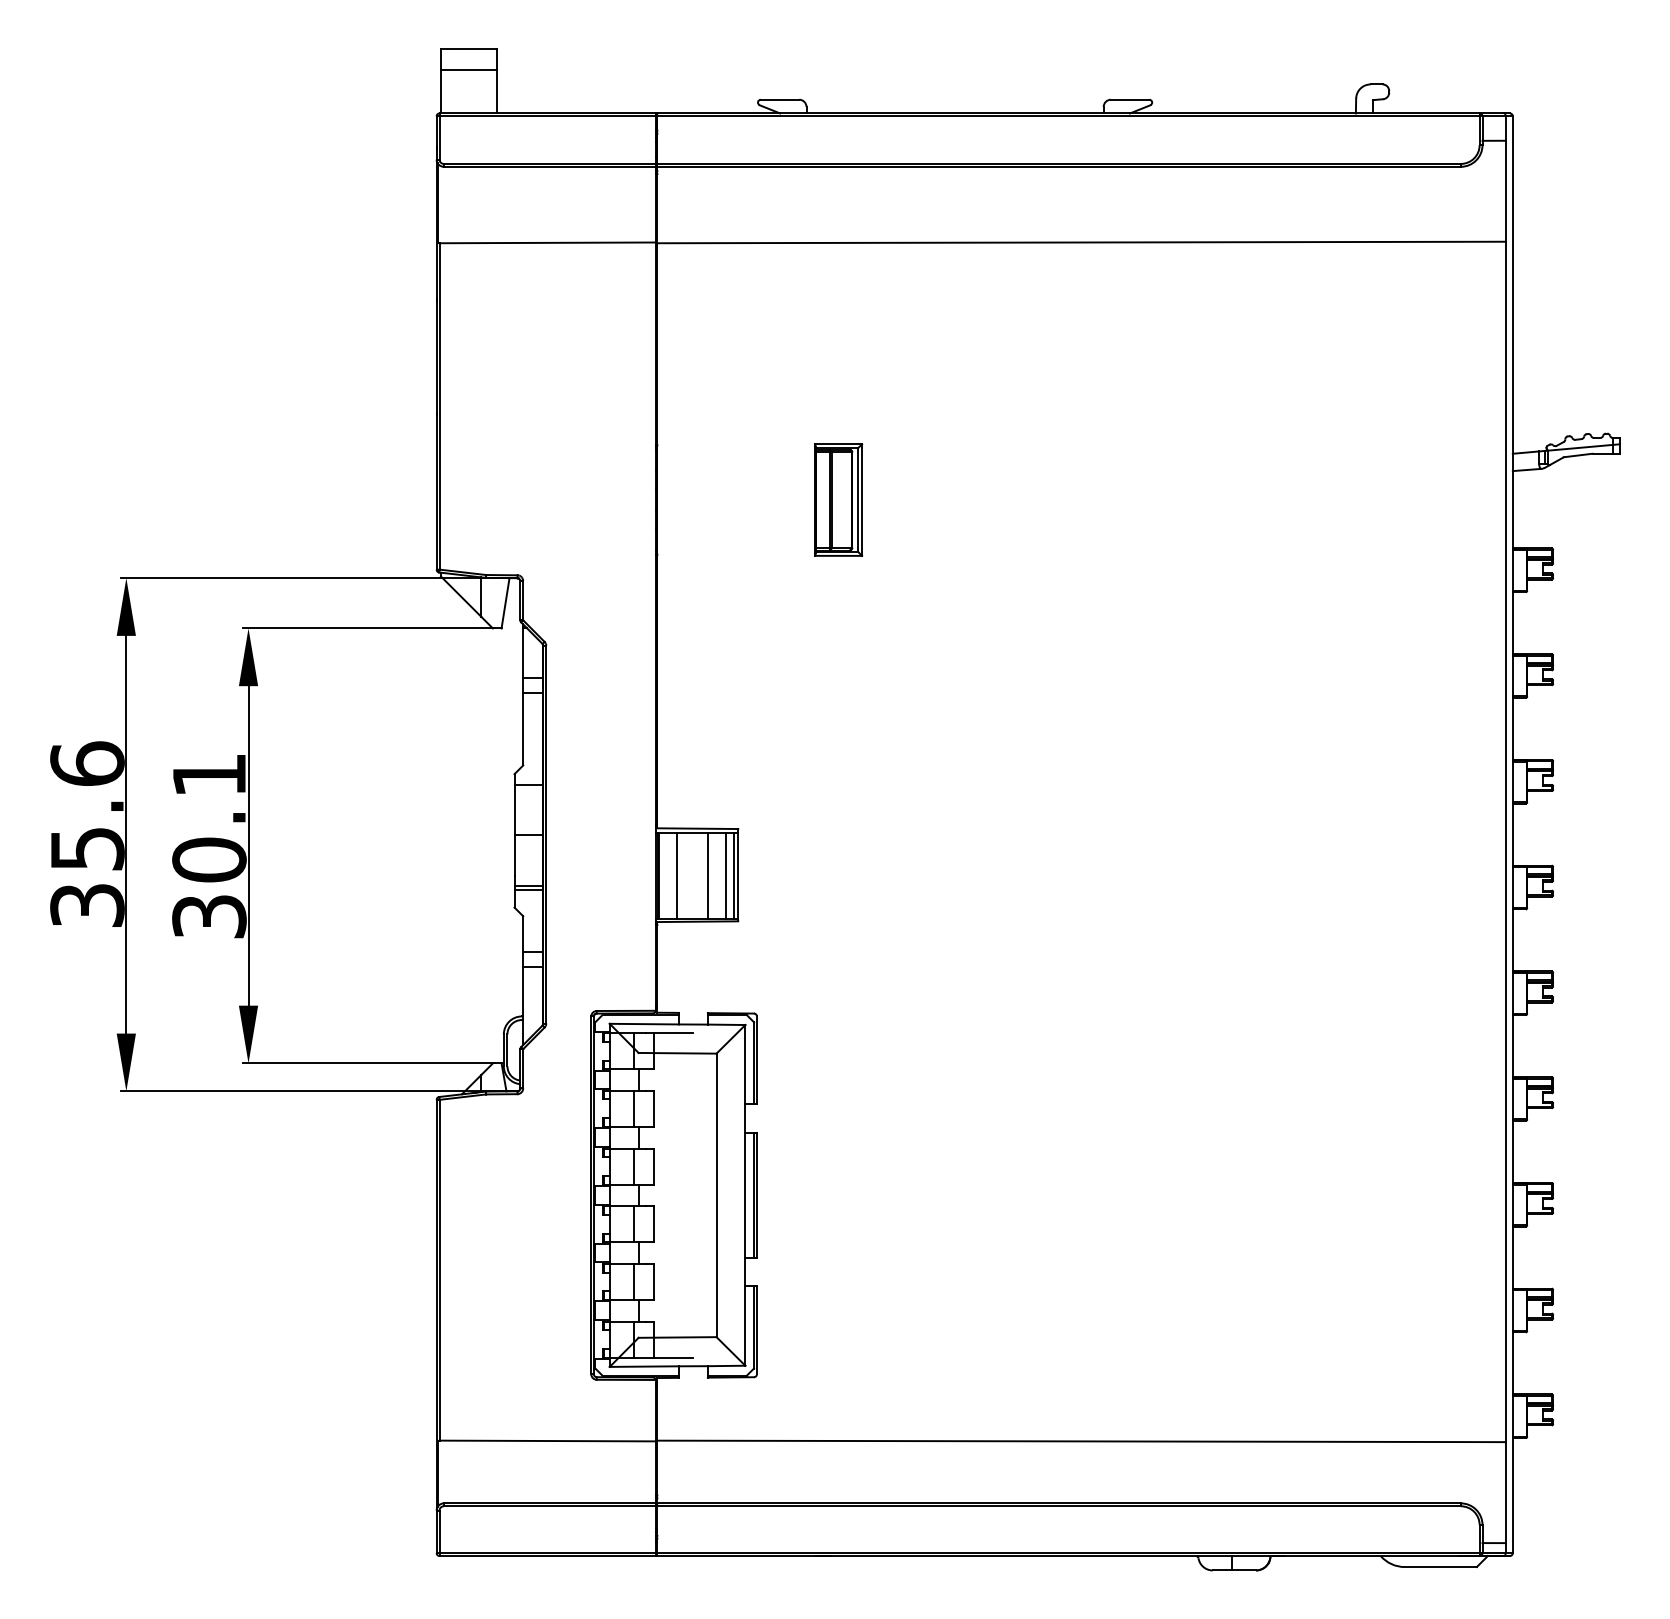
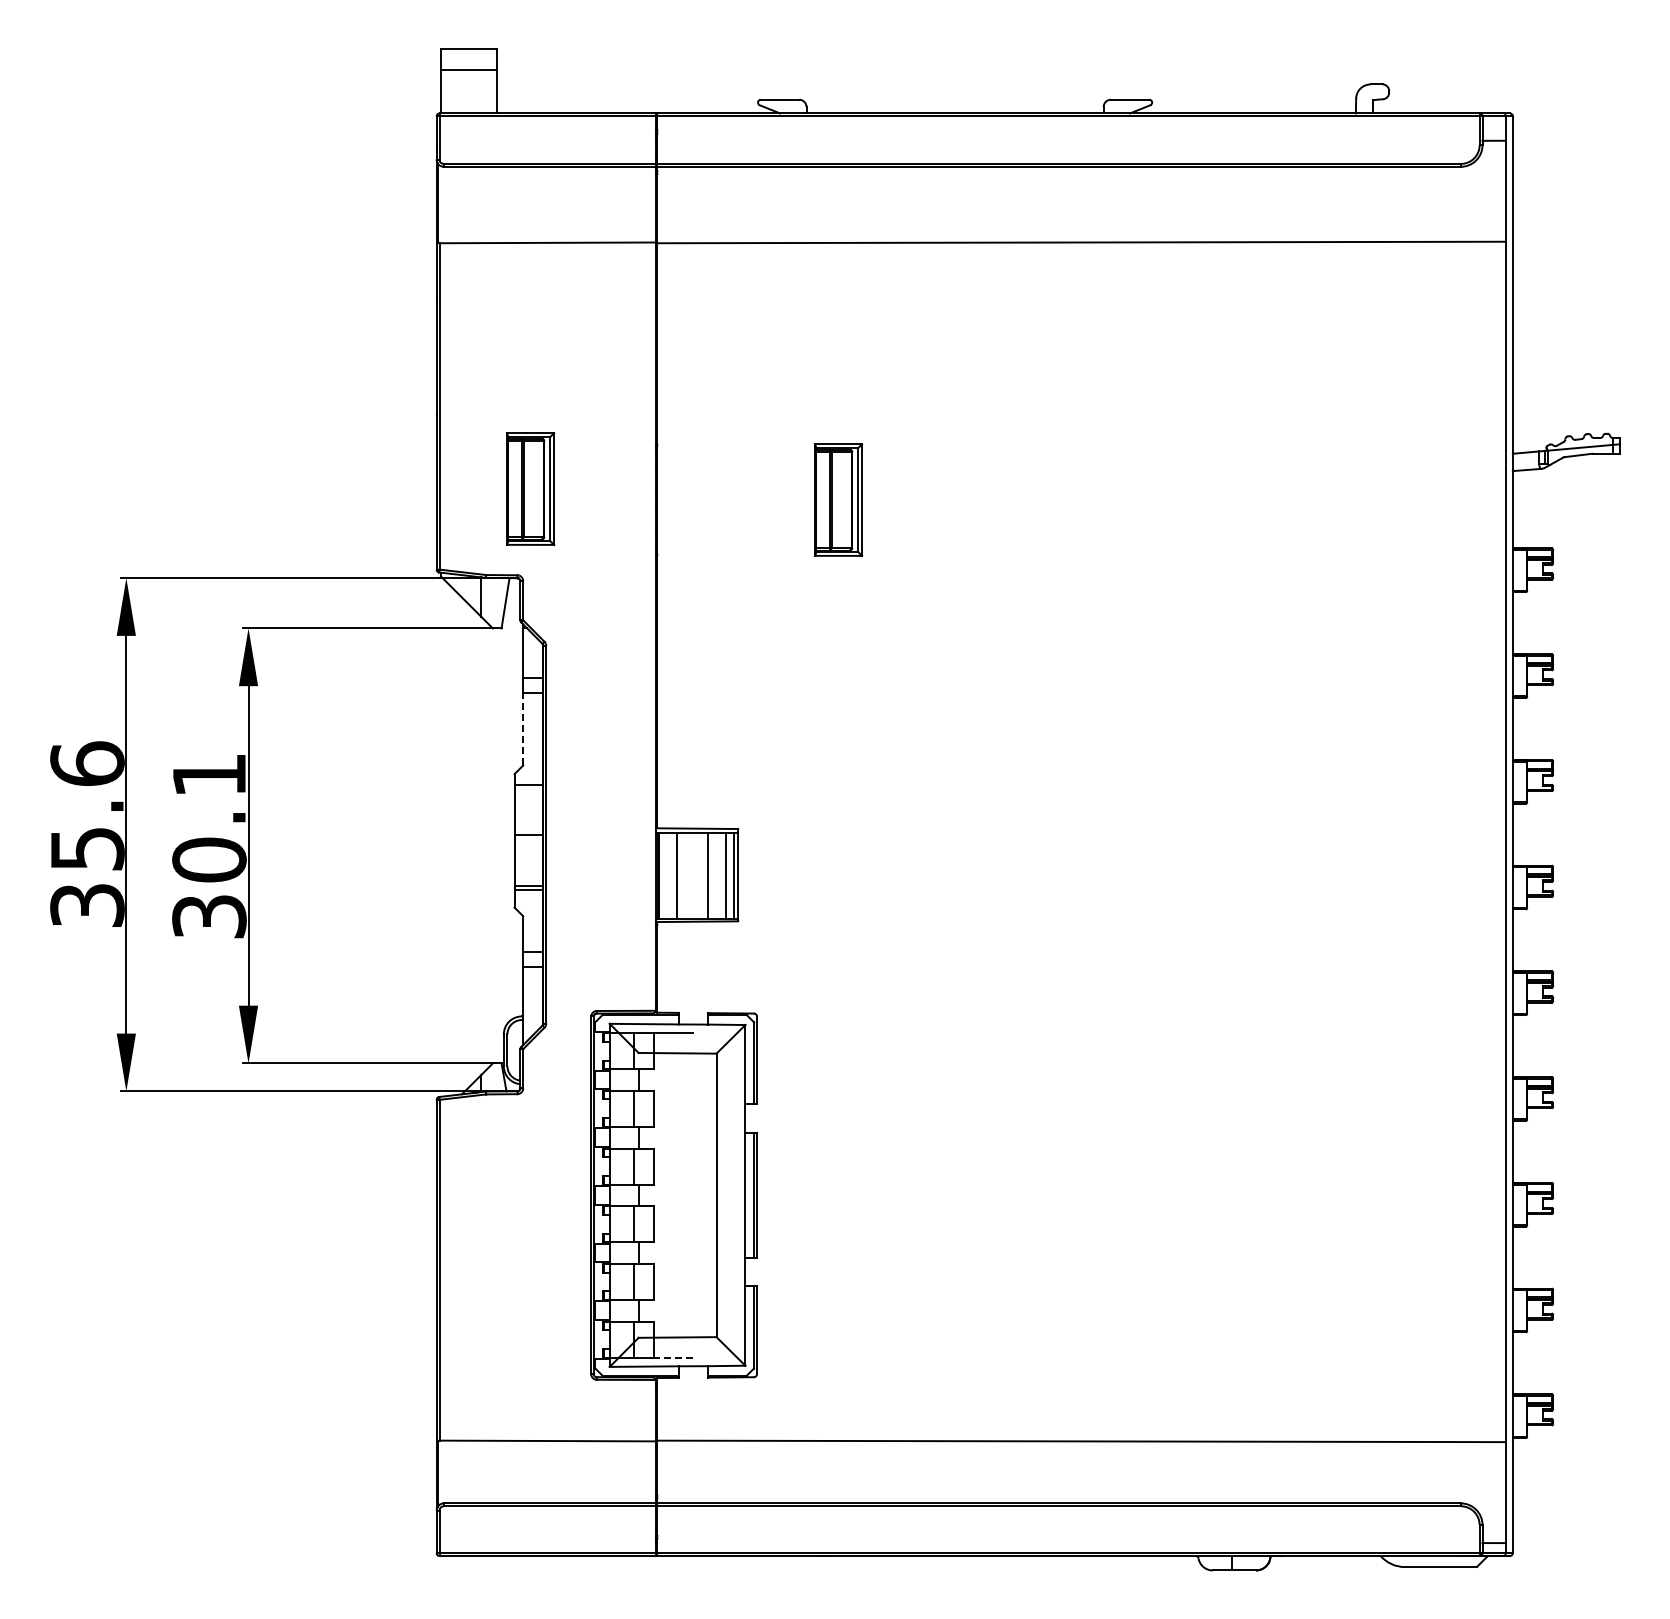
part at (530, 488): none -> present
line at (523, 728): solid -> dashed
line at (673, 1357): solid -> dashed
